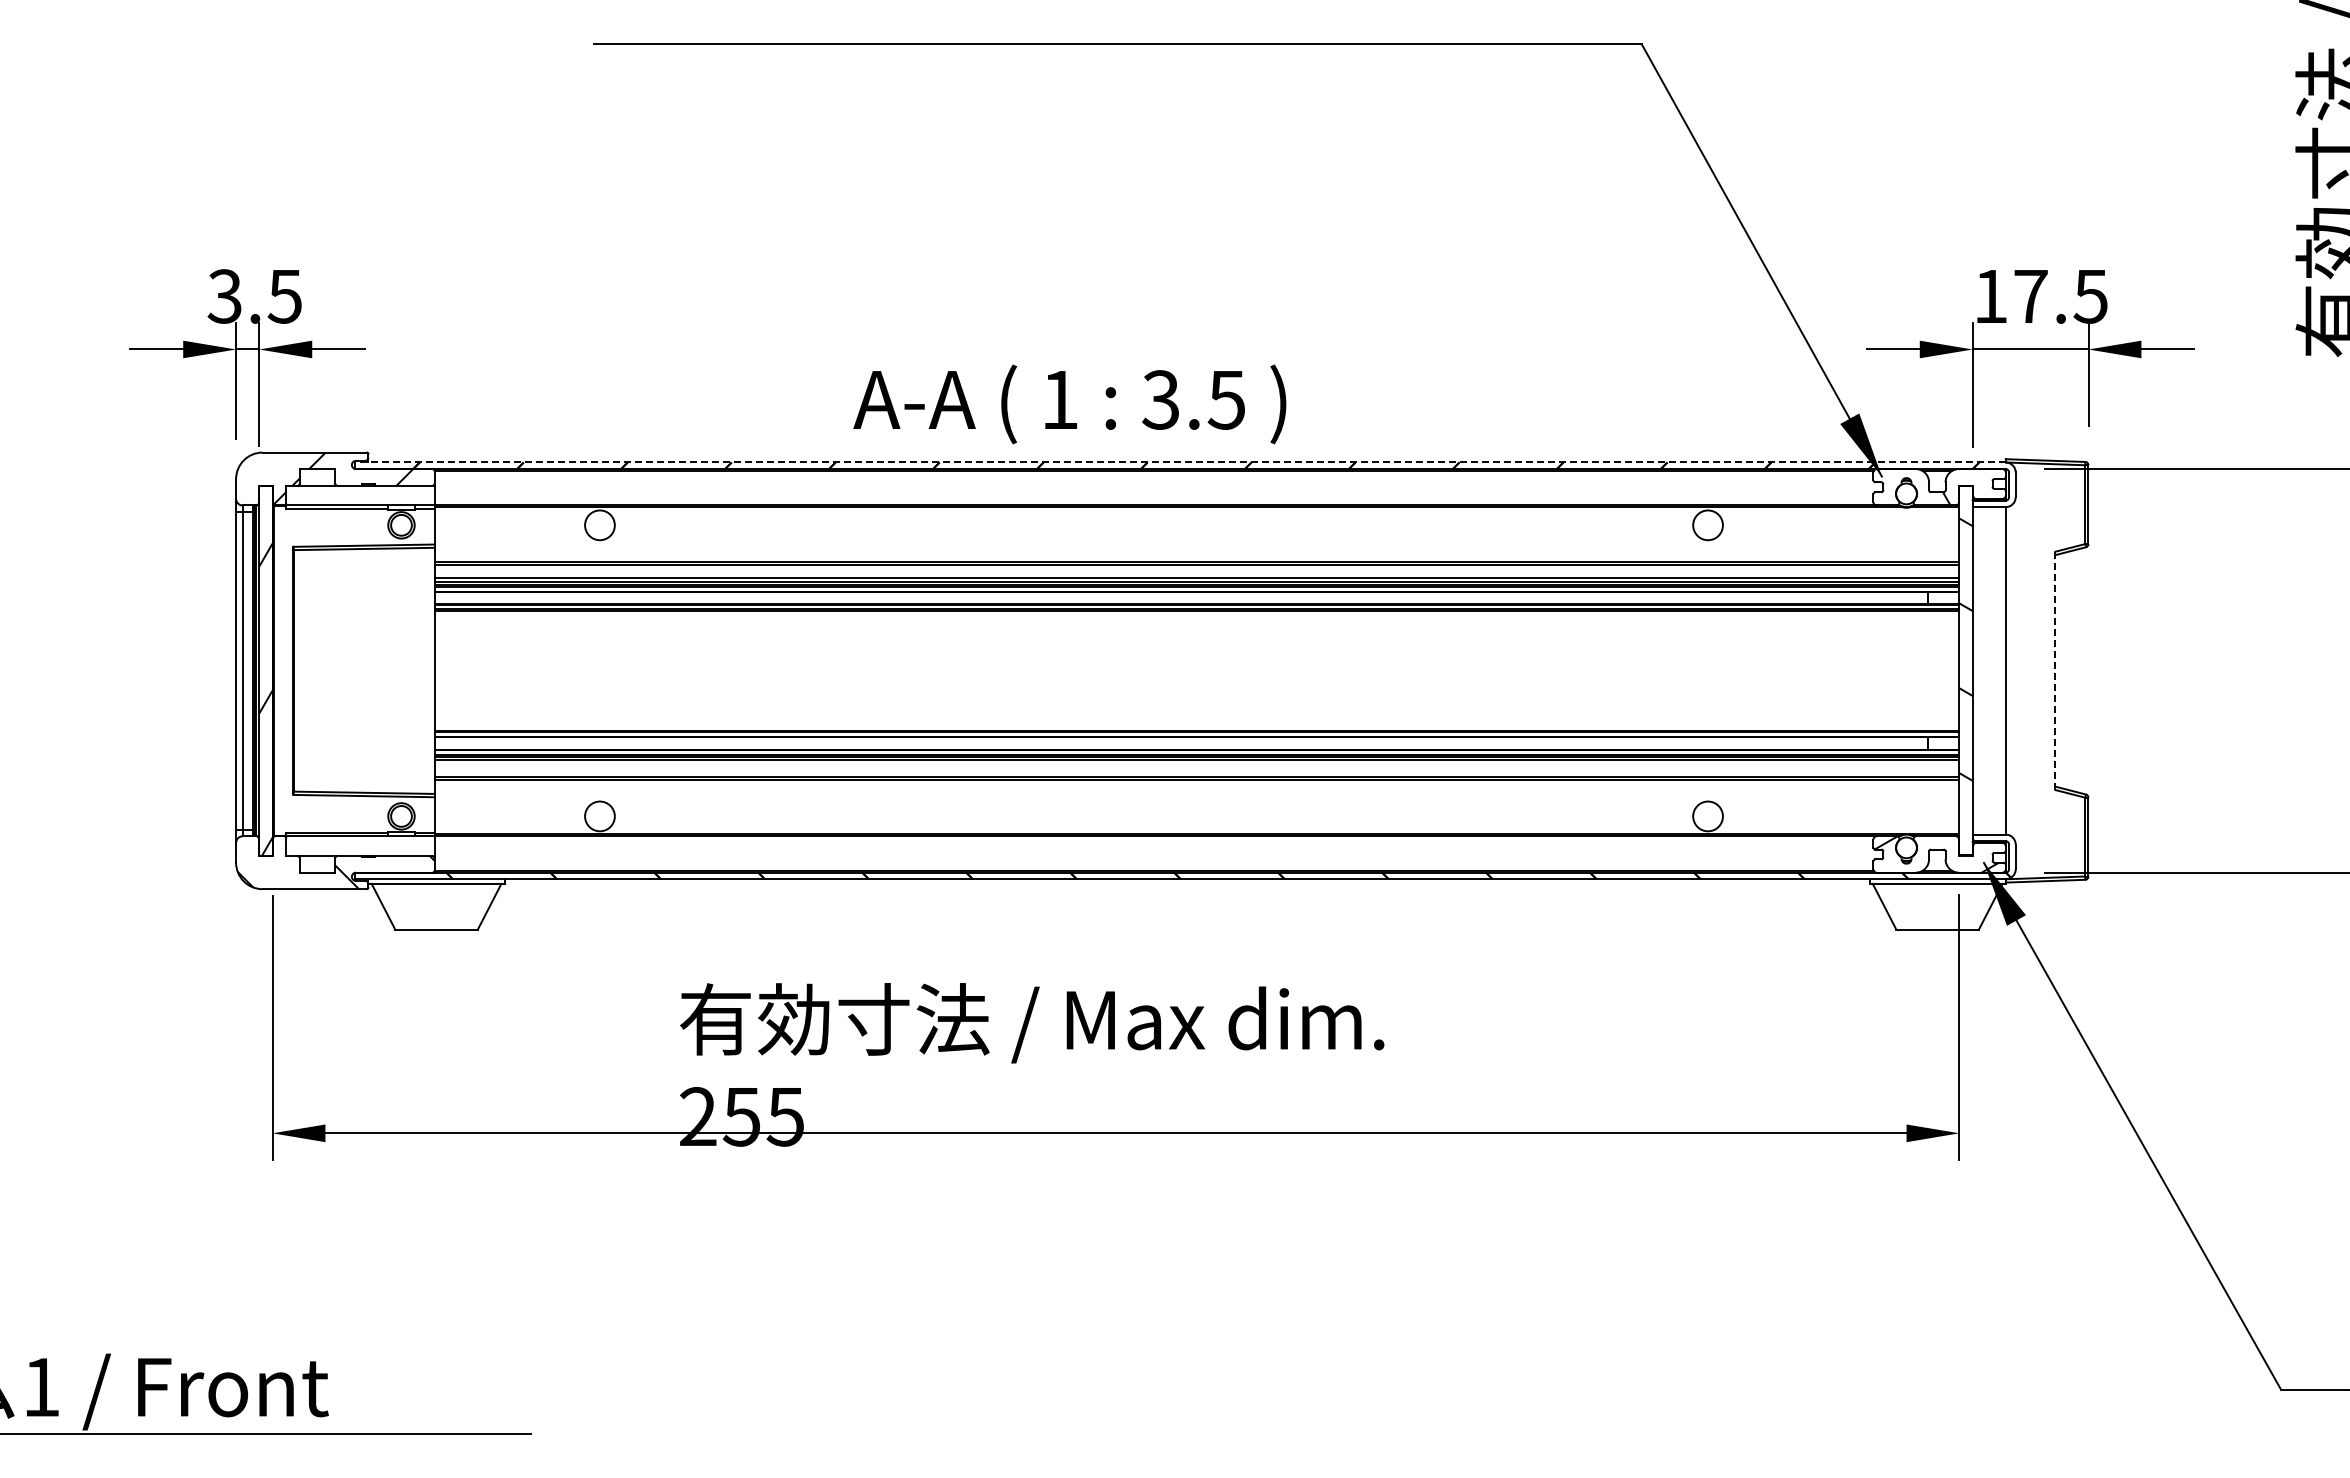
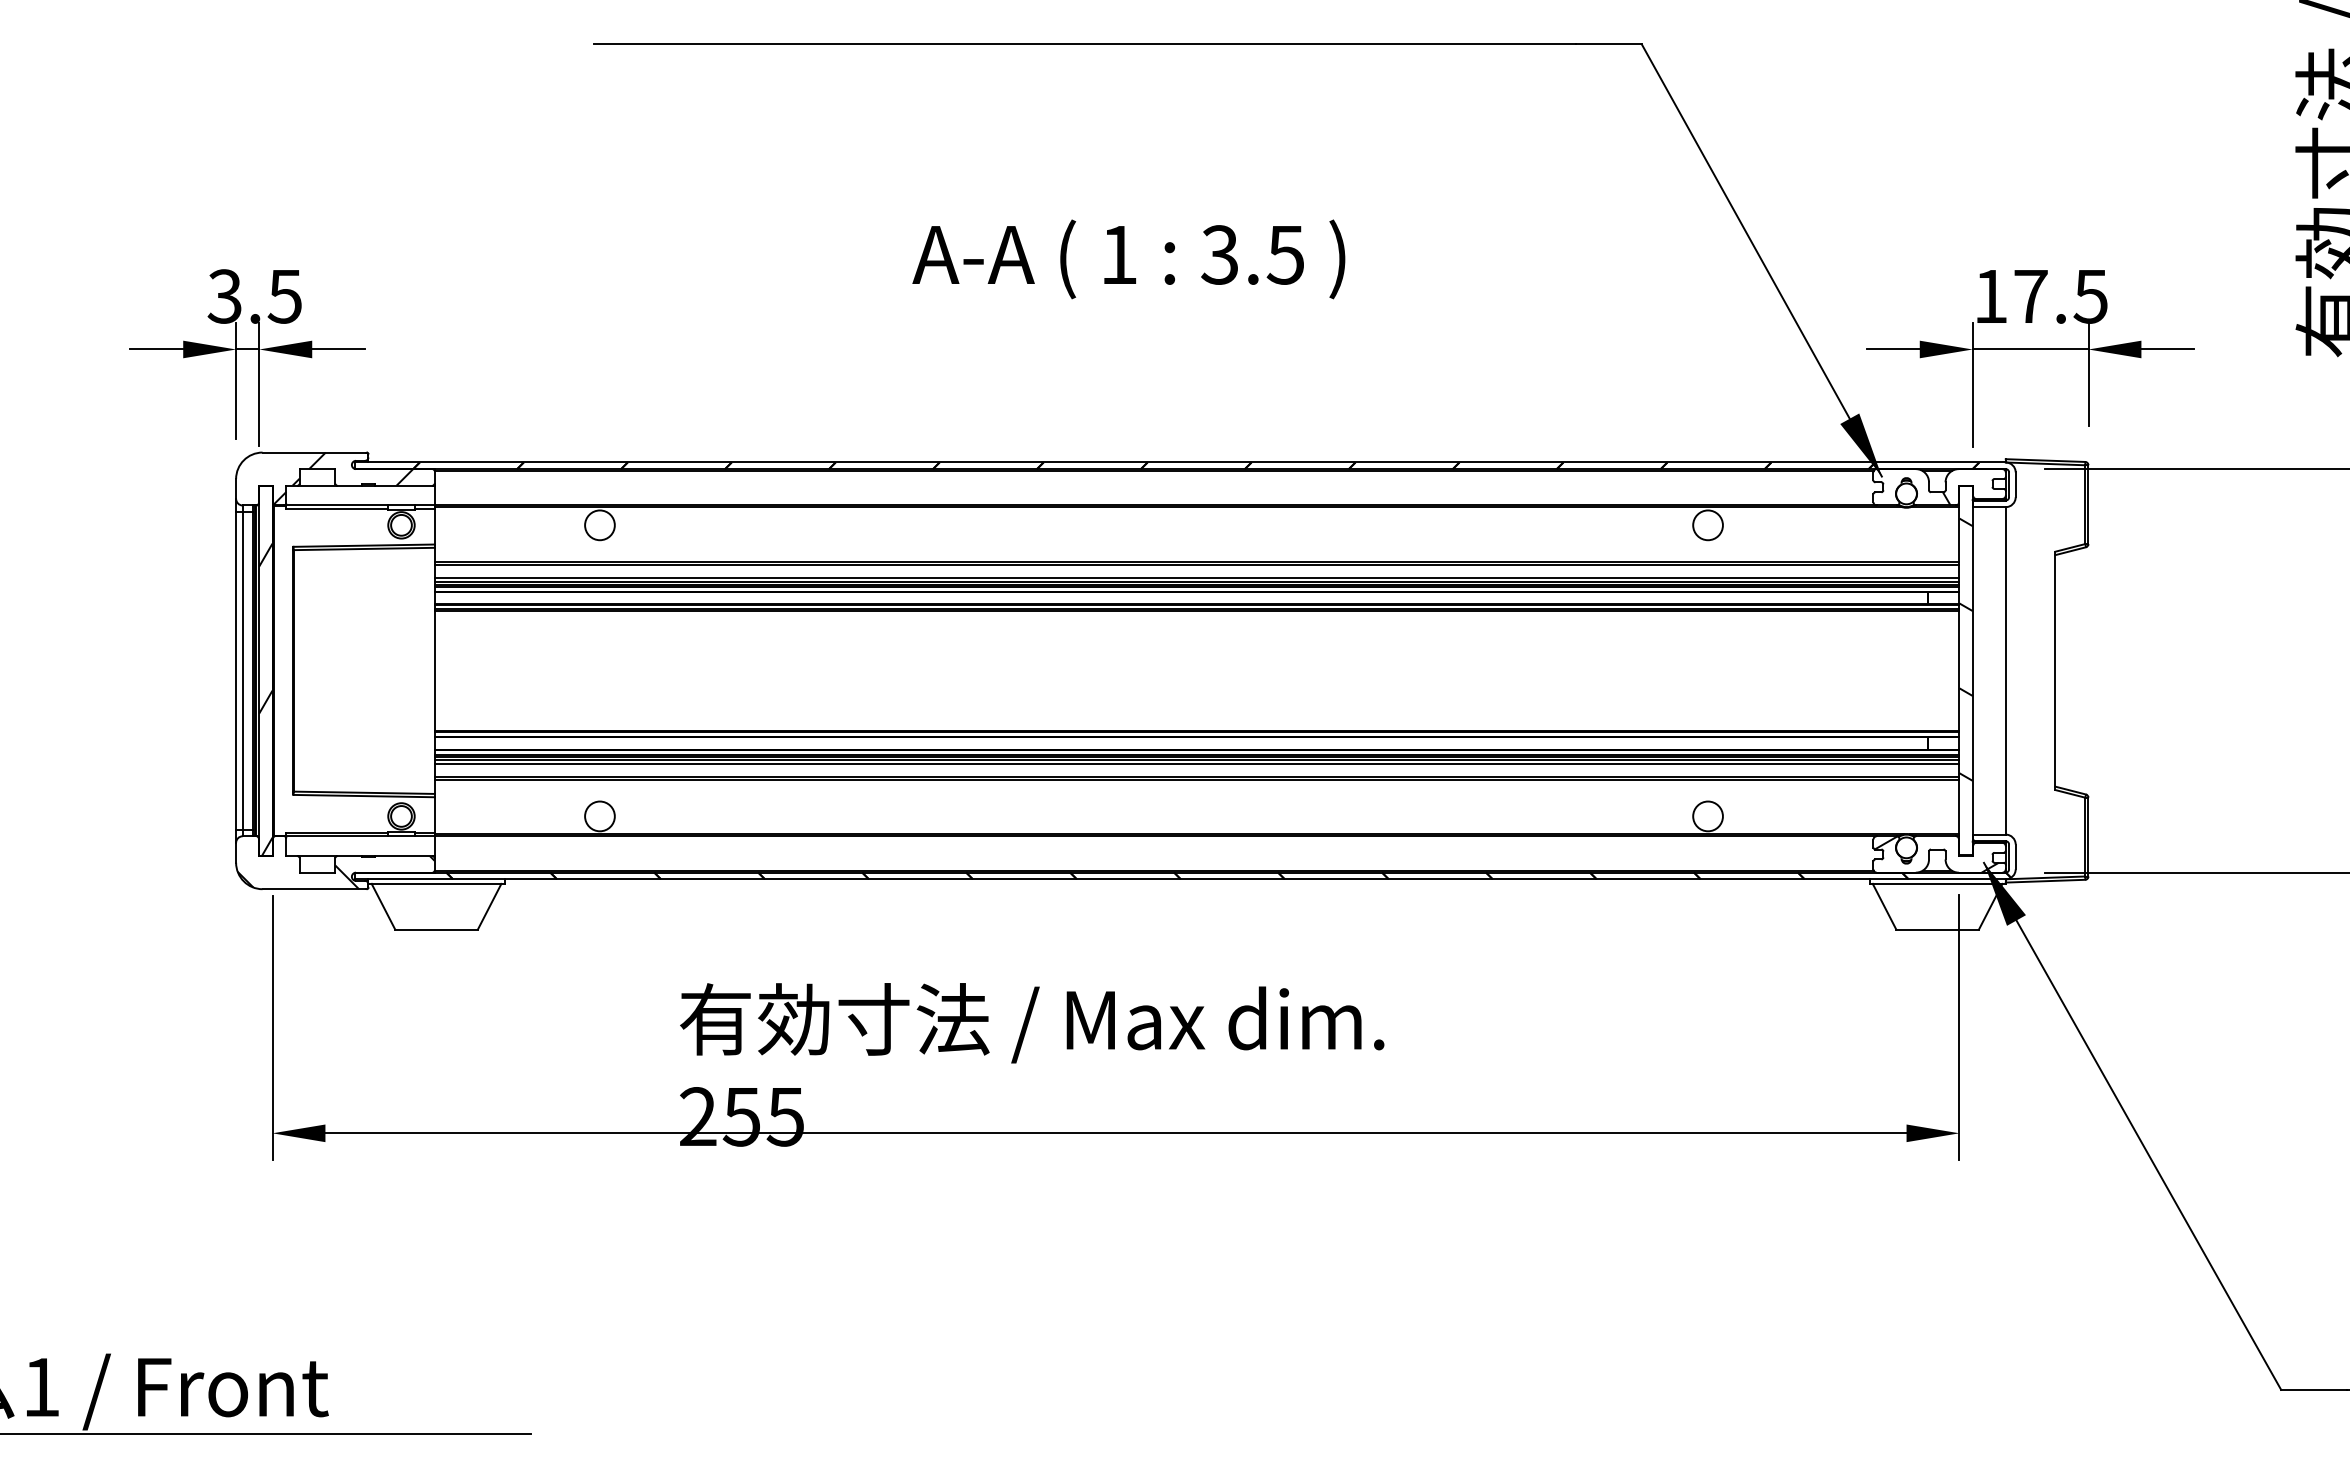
text at (1069, 404) position: (1069, 404) -> (1128, 259)
line at (1179, 462): dashed -> solid
line at (2055, 671): dashed -> solid
line at (1196, 763): none -> present
